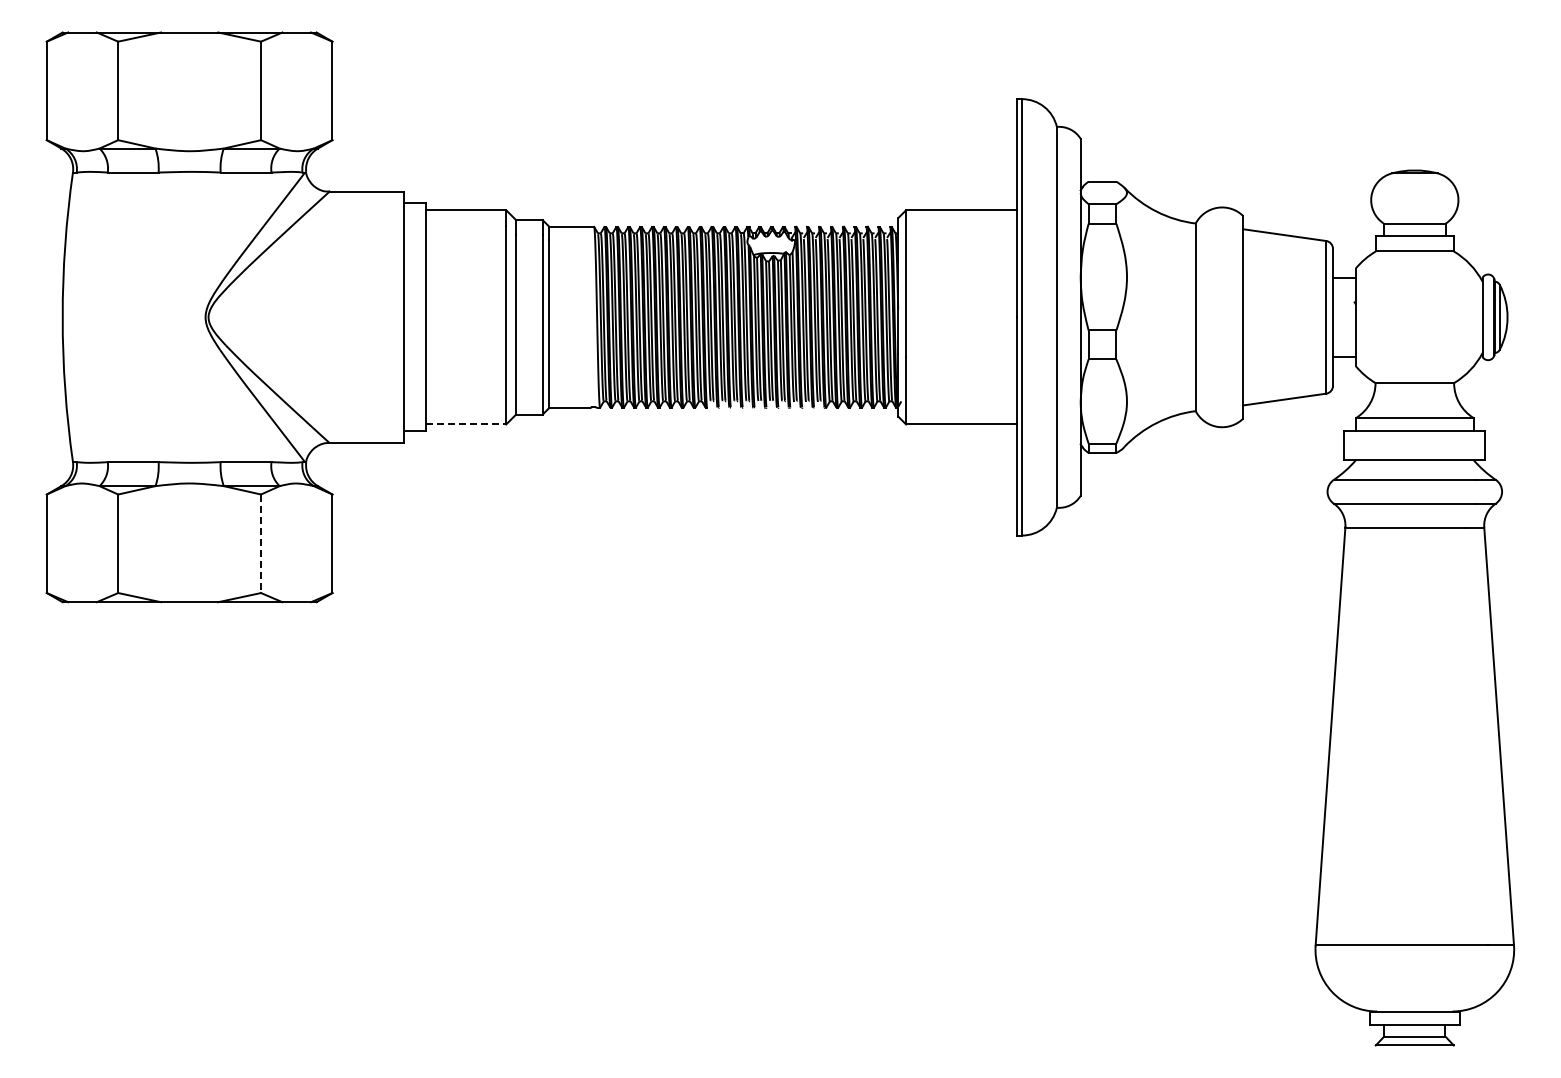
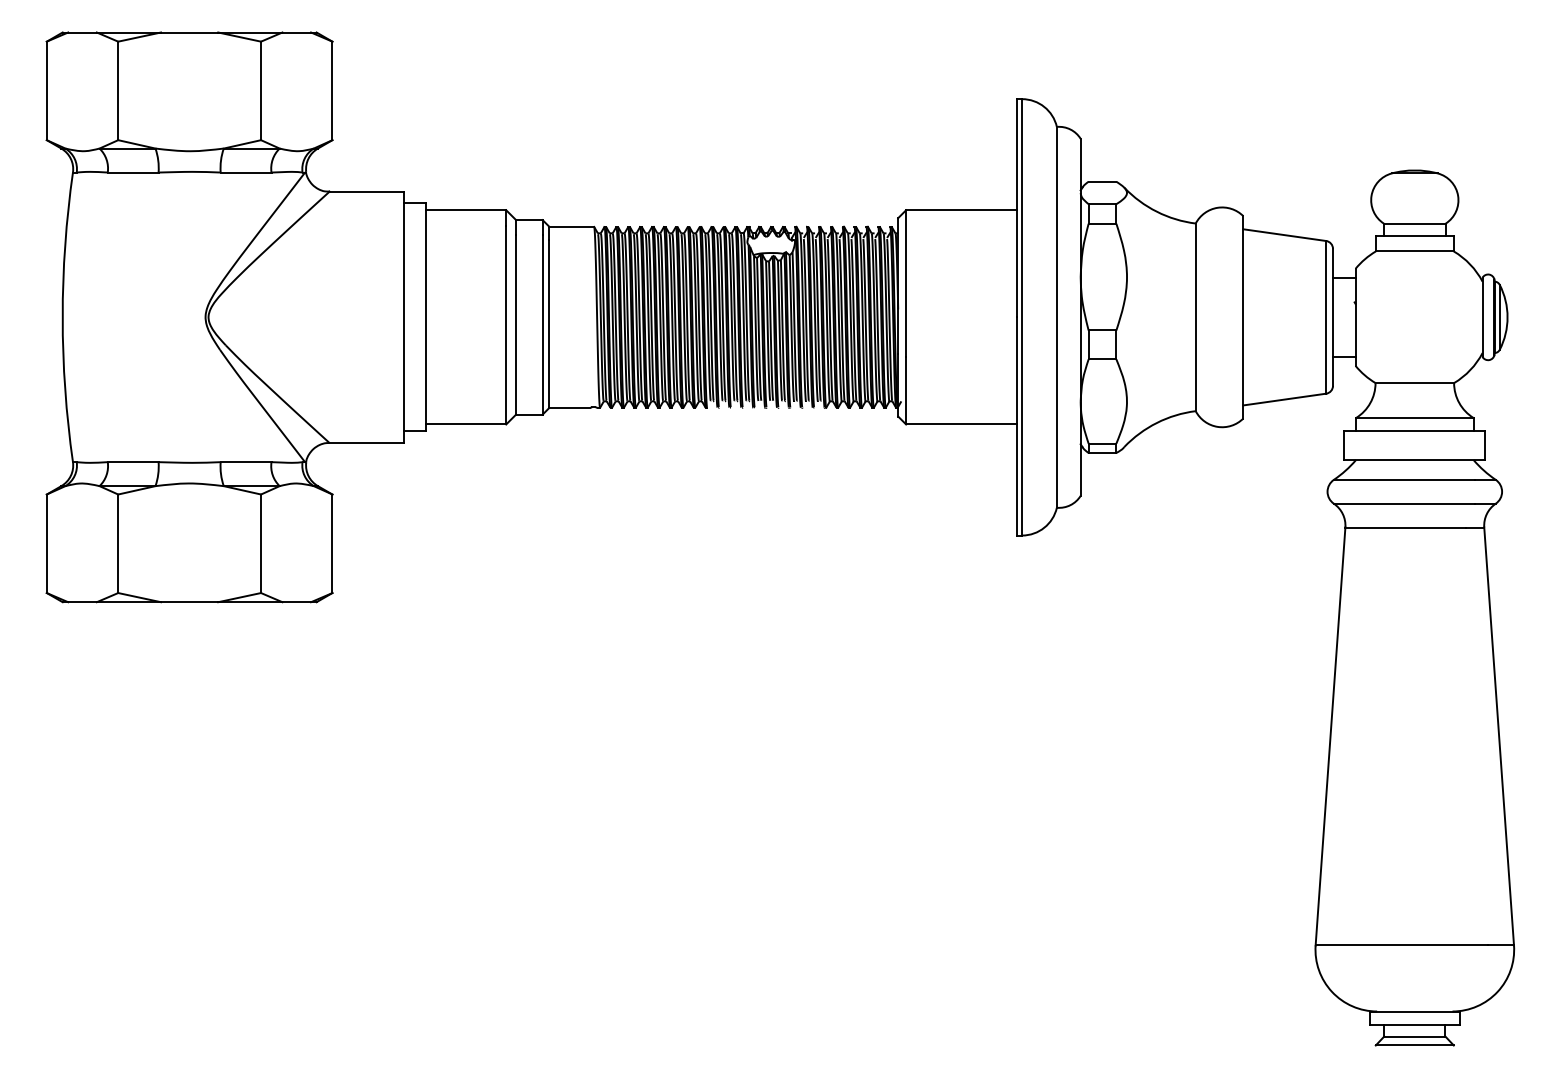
line at (466, 424): dashed -> solid
line at (261, 544): dashed -> solid
